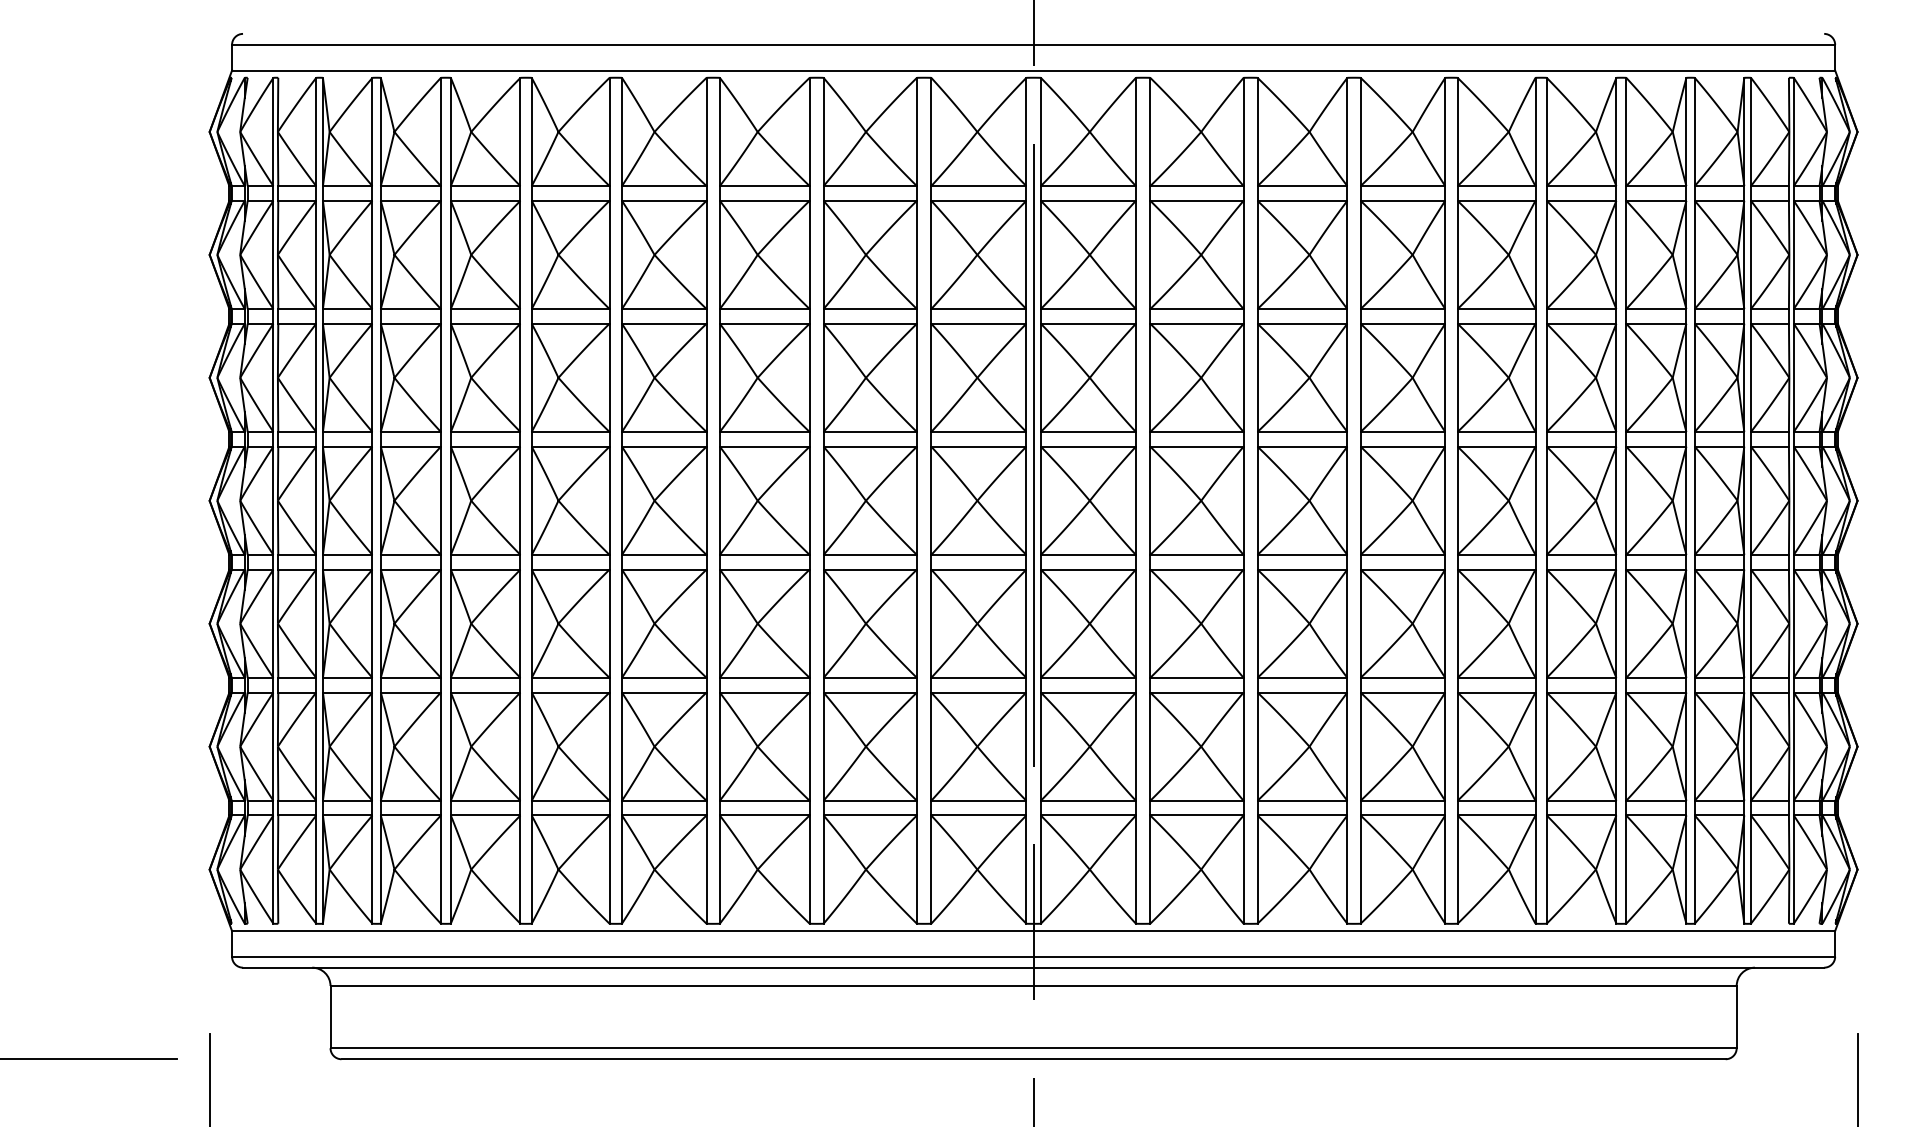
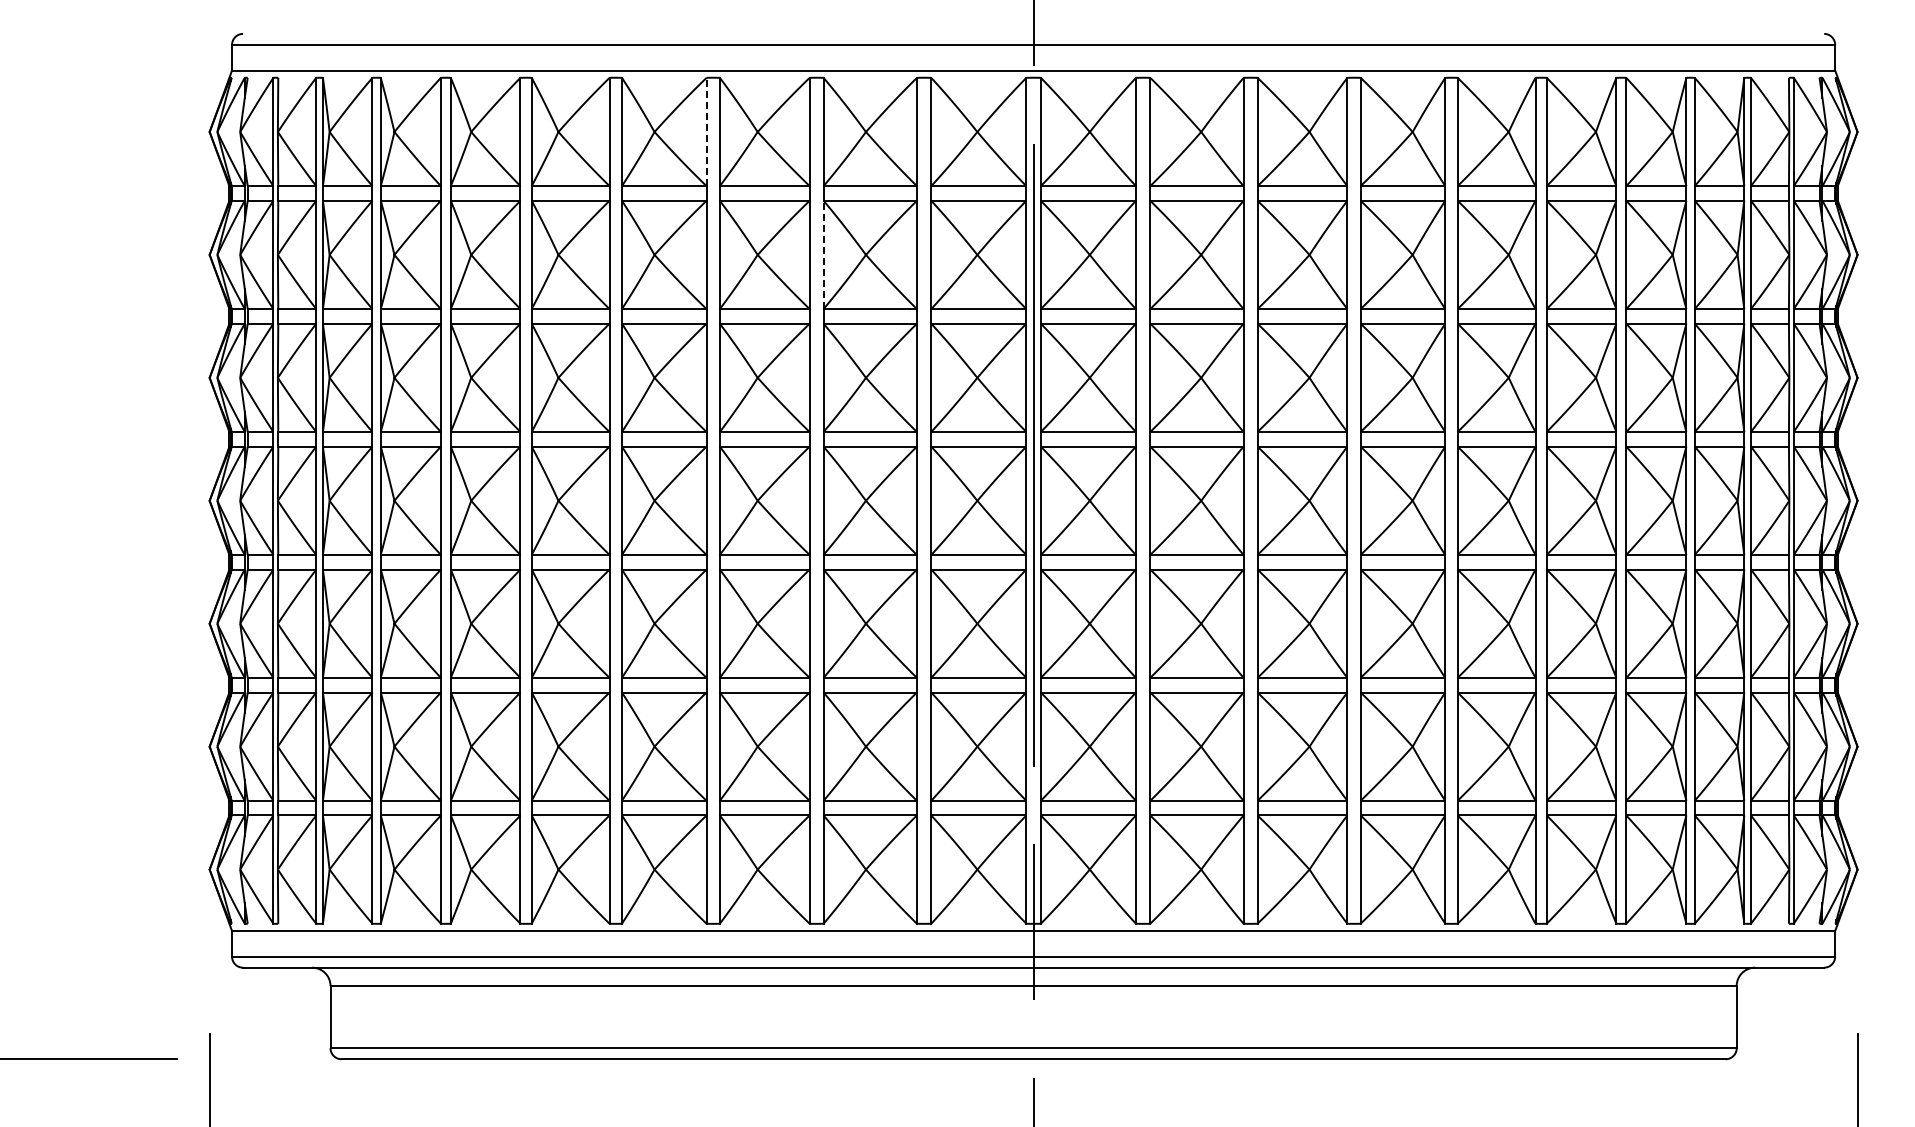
line at (706, 131): solid -> dashed
line at (823, 254): solid -> dashed
